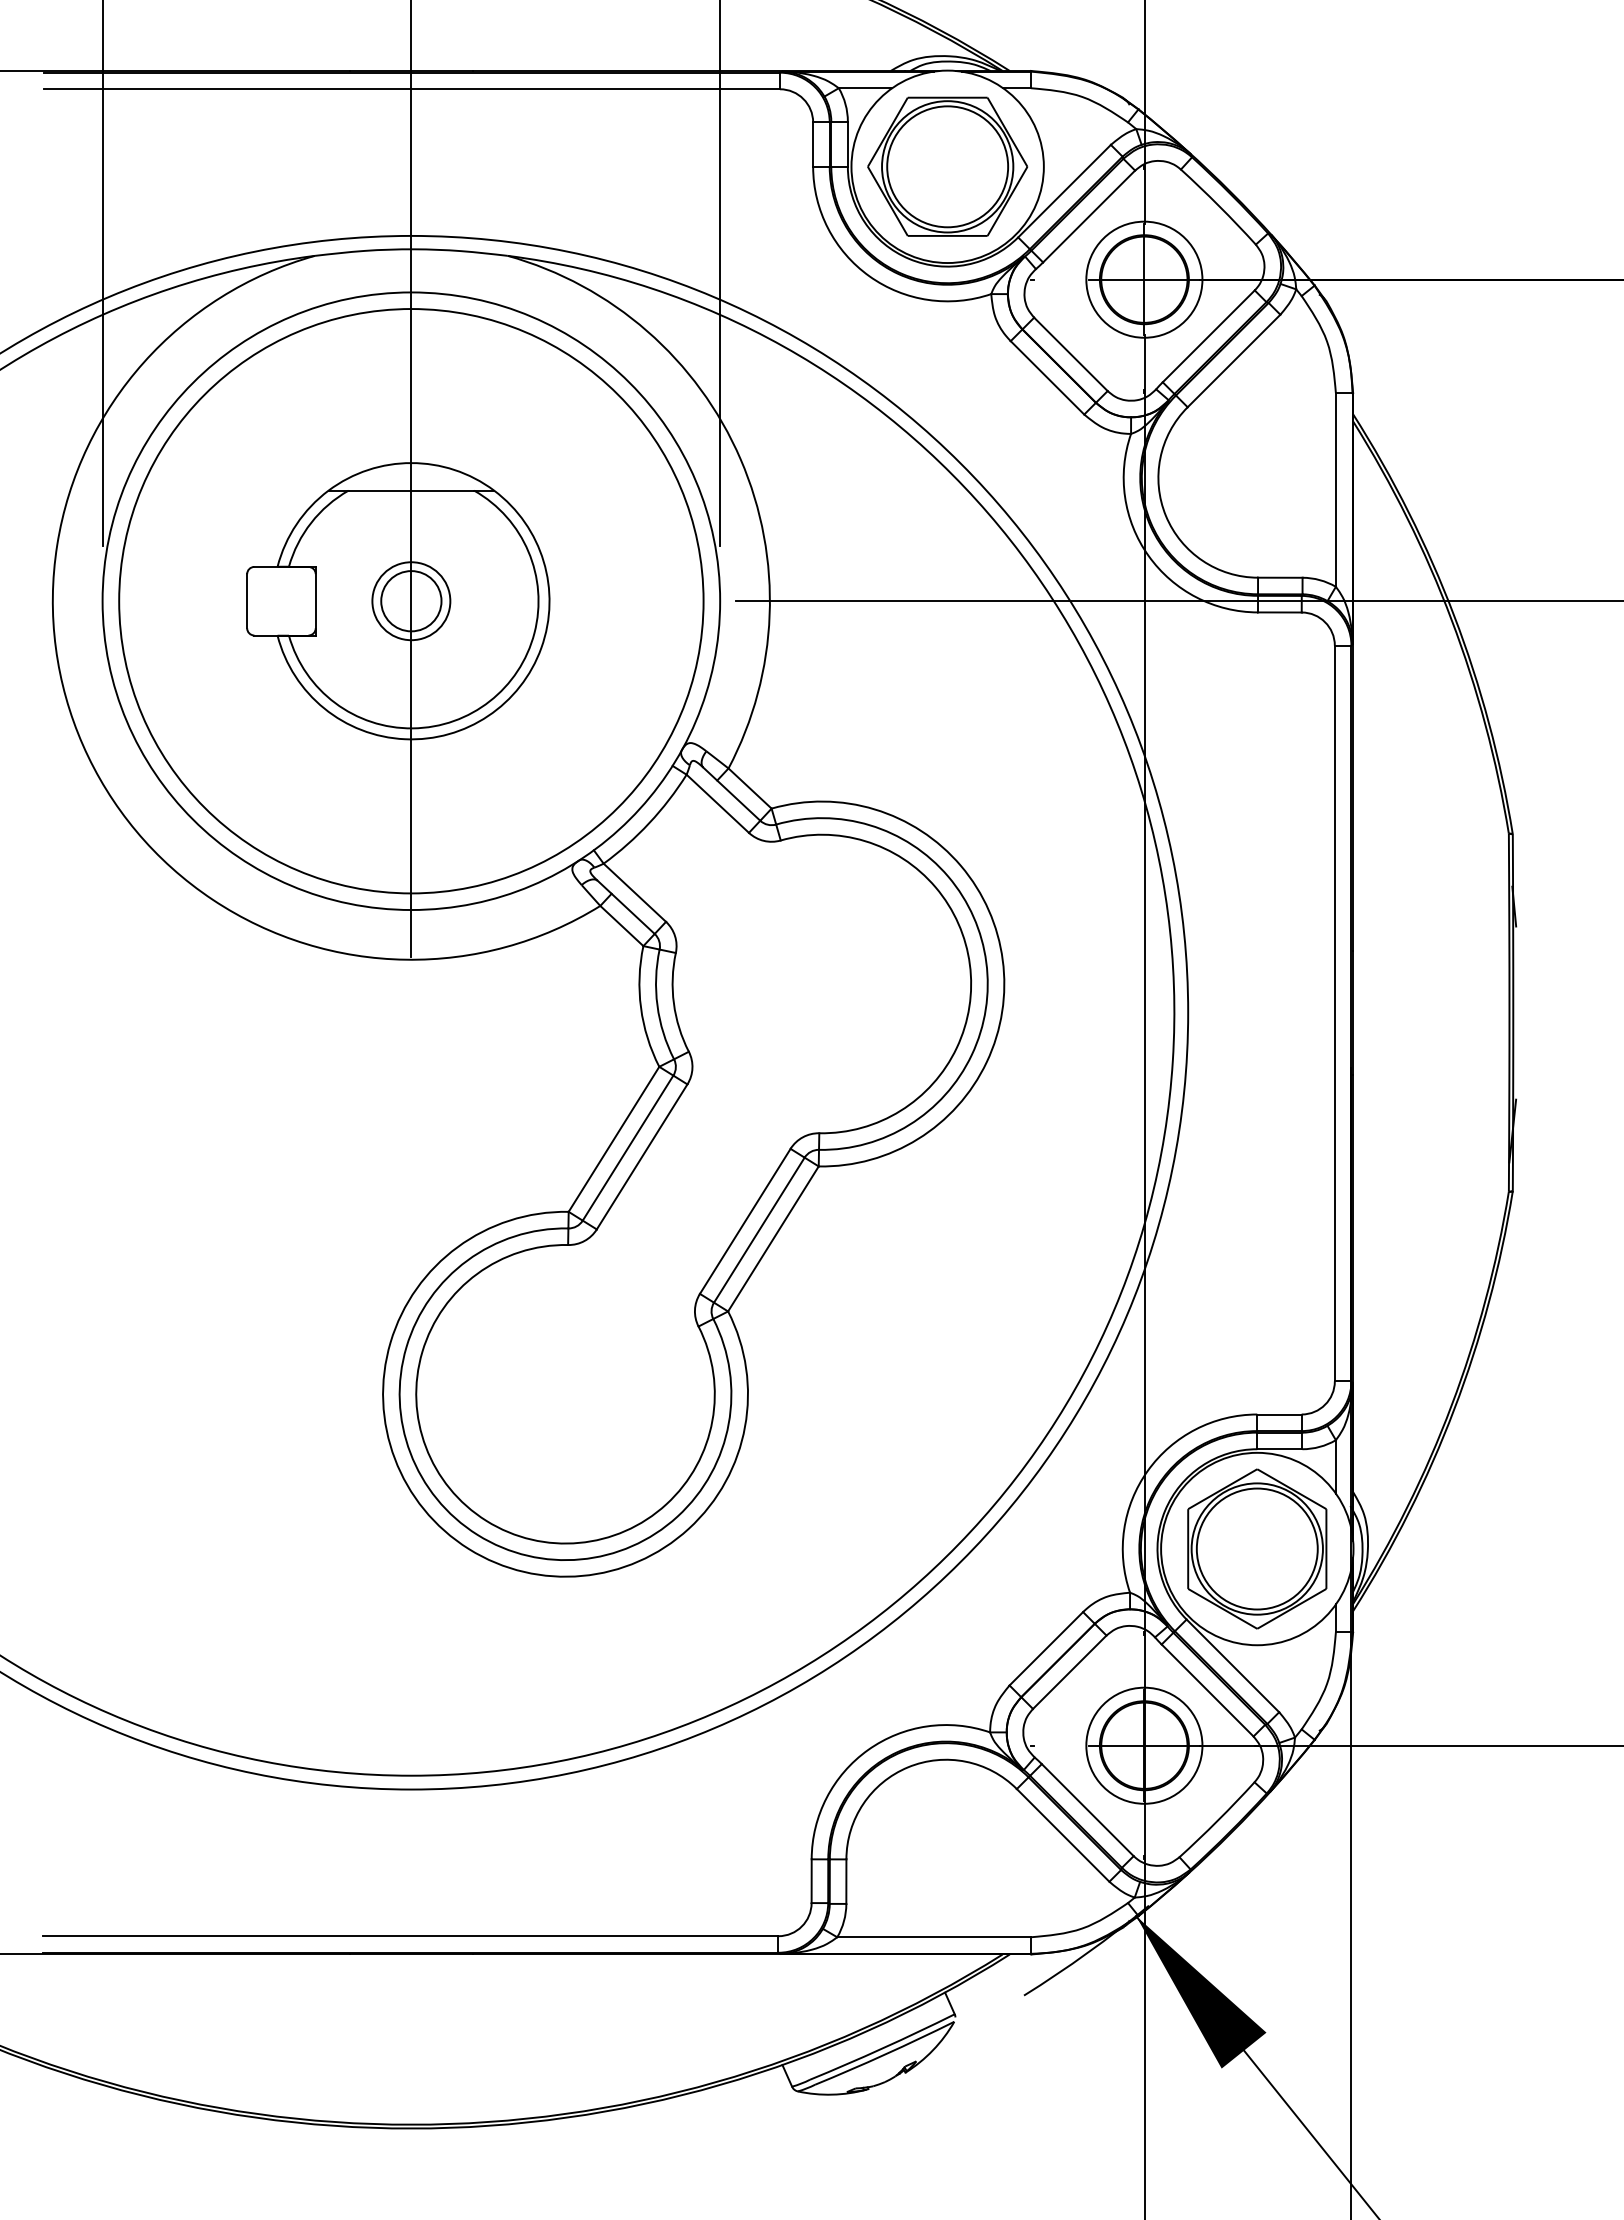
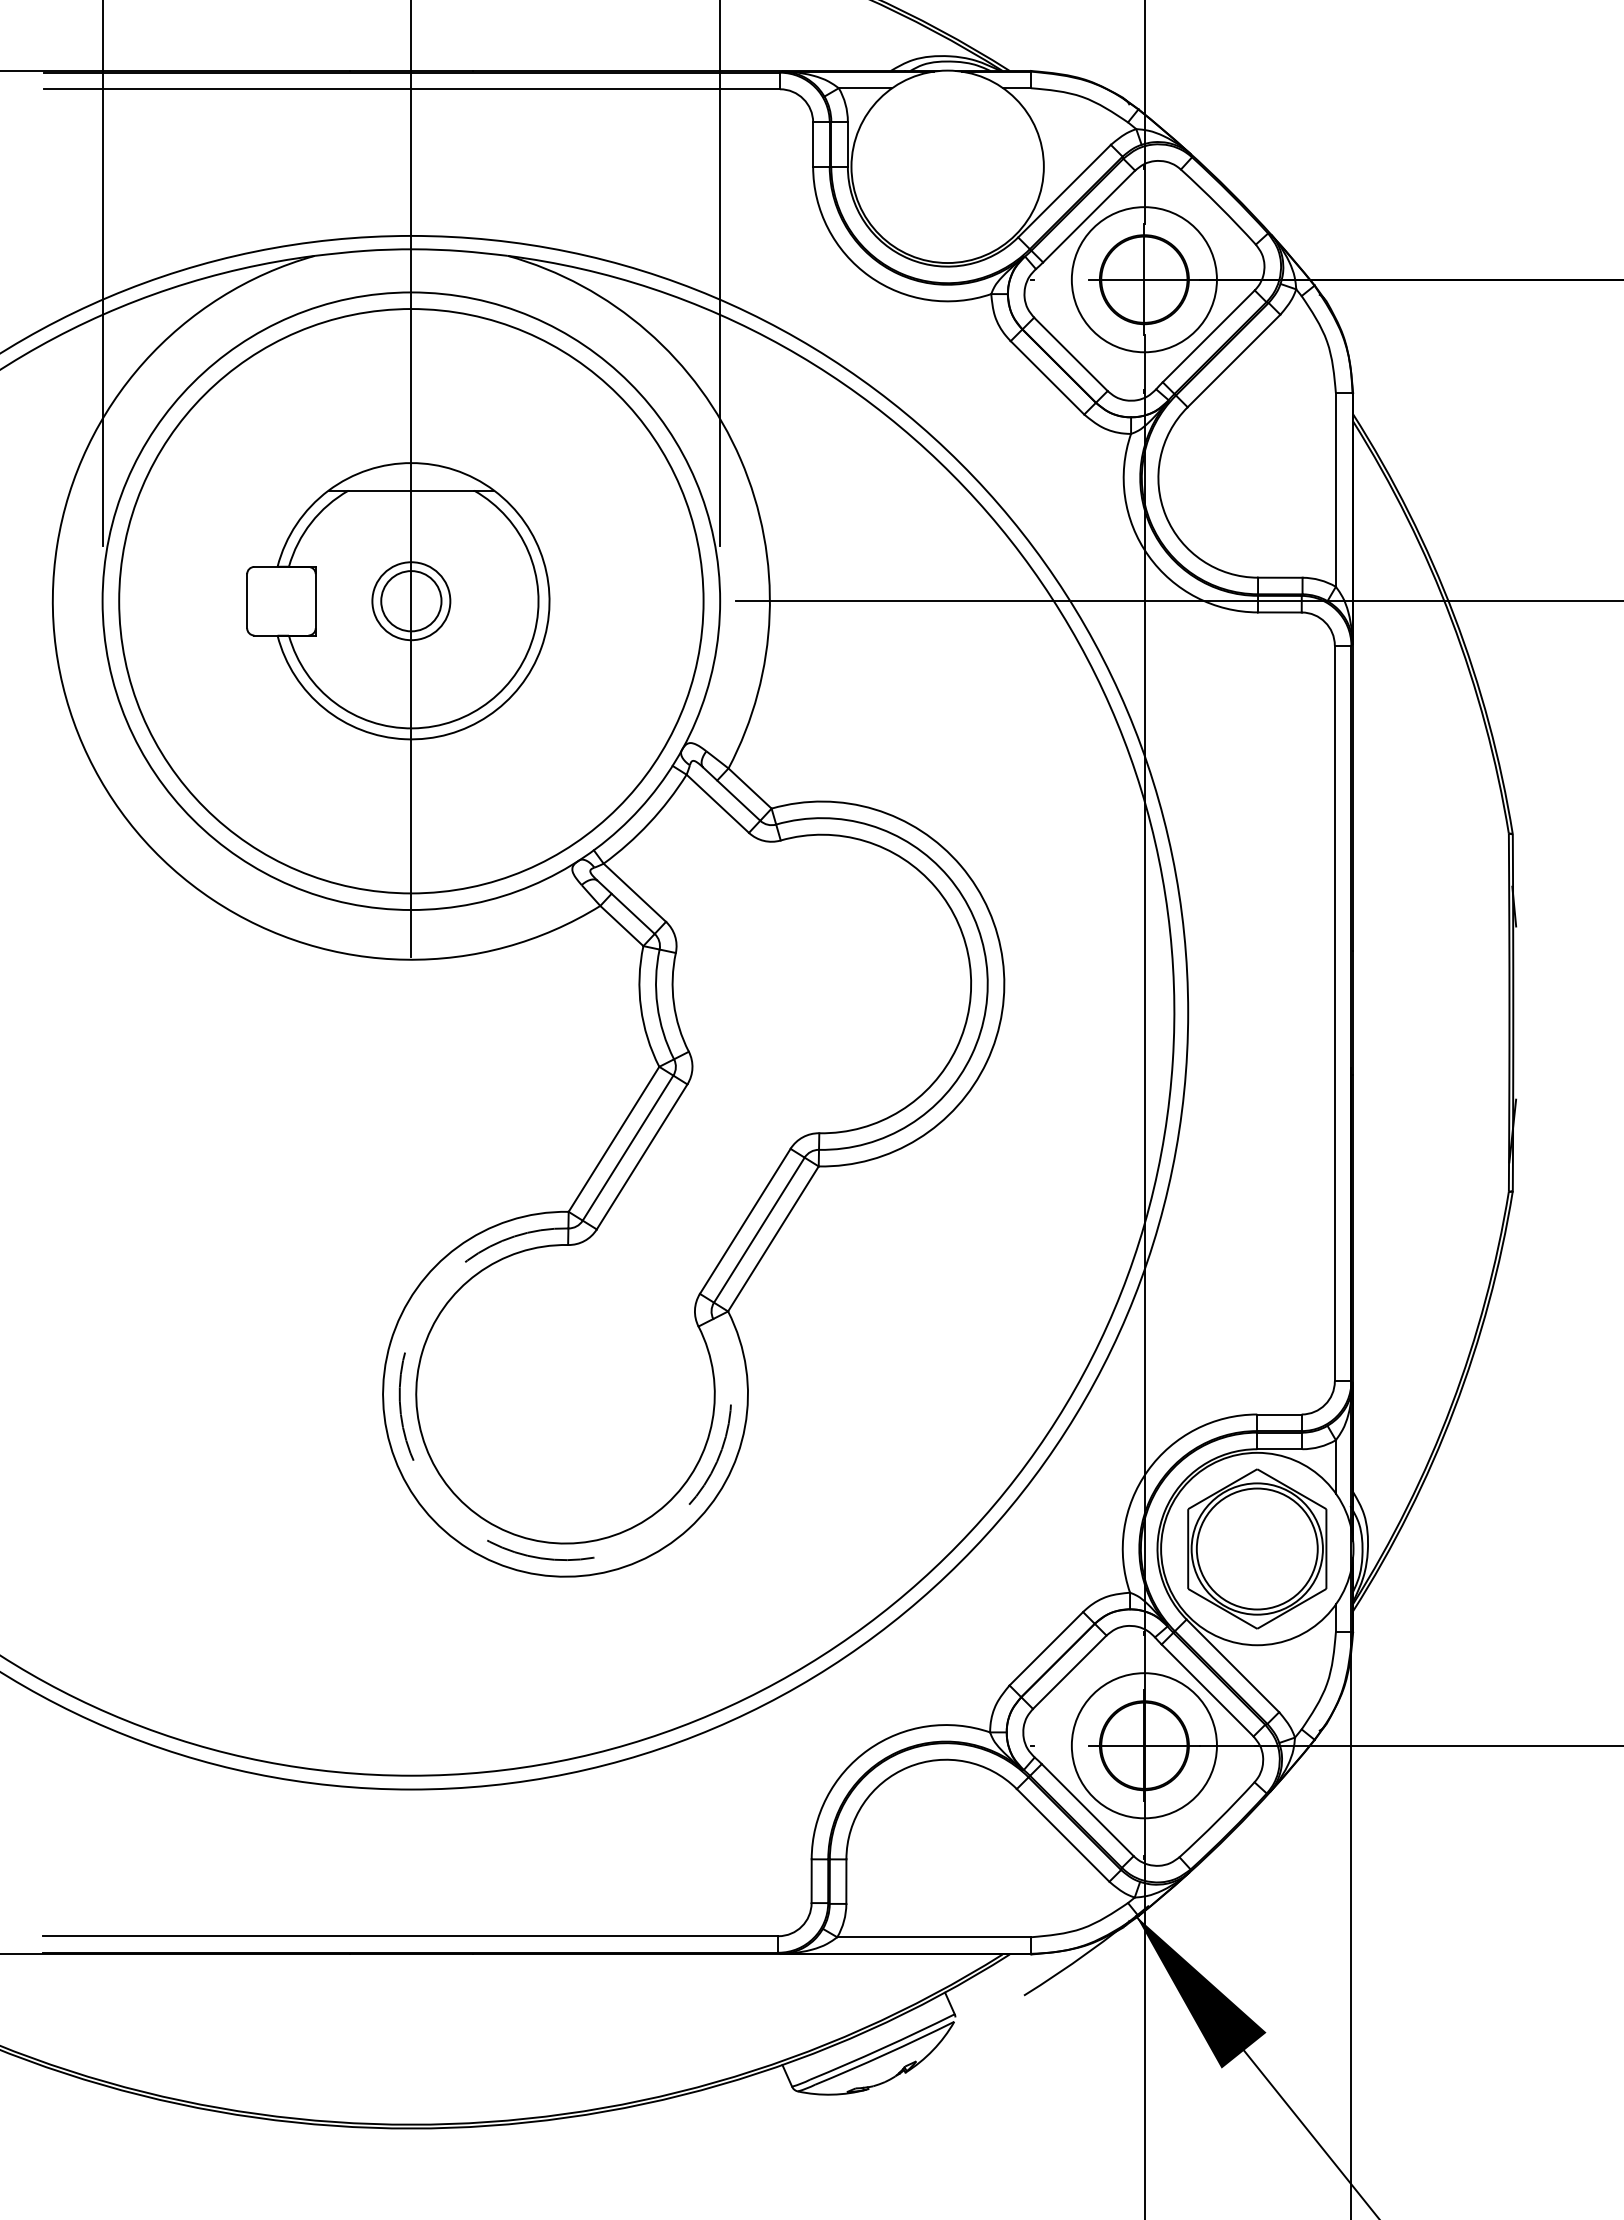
part at (947, 166): present -> none
circle at (1144, 279) diameter: 116 px -> 145 px
arc at (477, 1534): solid -> dashed
circle at (1144, 1745) diameter: 116 px -> 145 px
